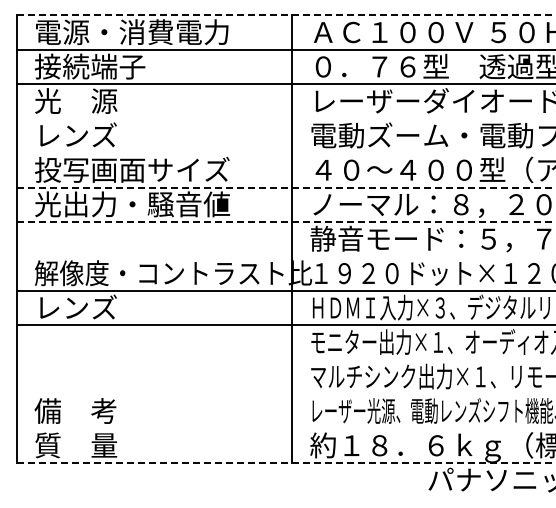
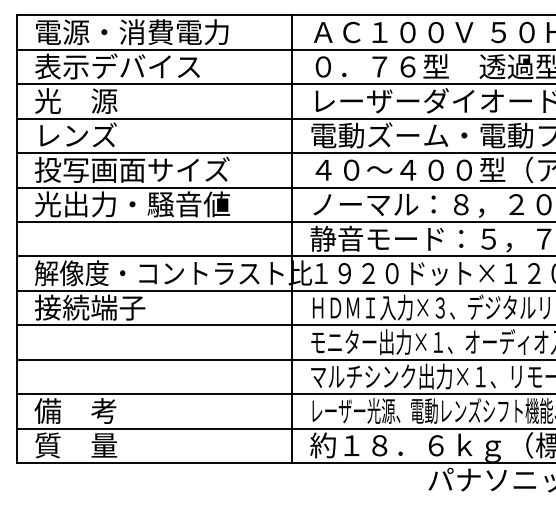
line at (286, 15): dashed -> solid
text at (116, 66): 接続端子 -> 表示デバイス
line at (284, 118): none -> present
line at (284, 153): none -> present
line at (286, 187): dashed -> solid
line at (286, 221): dashed -> solid
line at (284, 256): none -> present
text at (89, 307): レンズ -> 接続端子
line at (284, 359): none -> present
line at (284, 394): none -> present
line at (284, 428): none -> present
line at (286, 462): dashed -> solid
